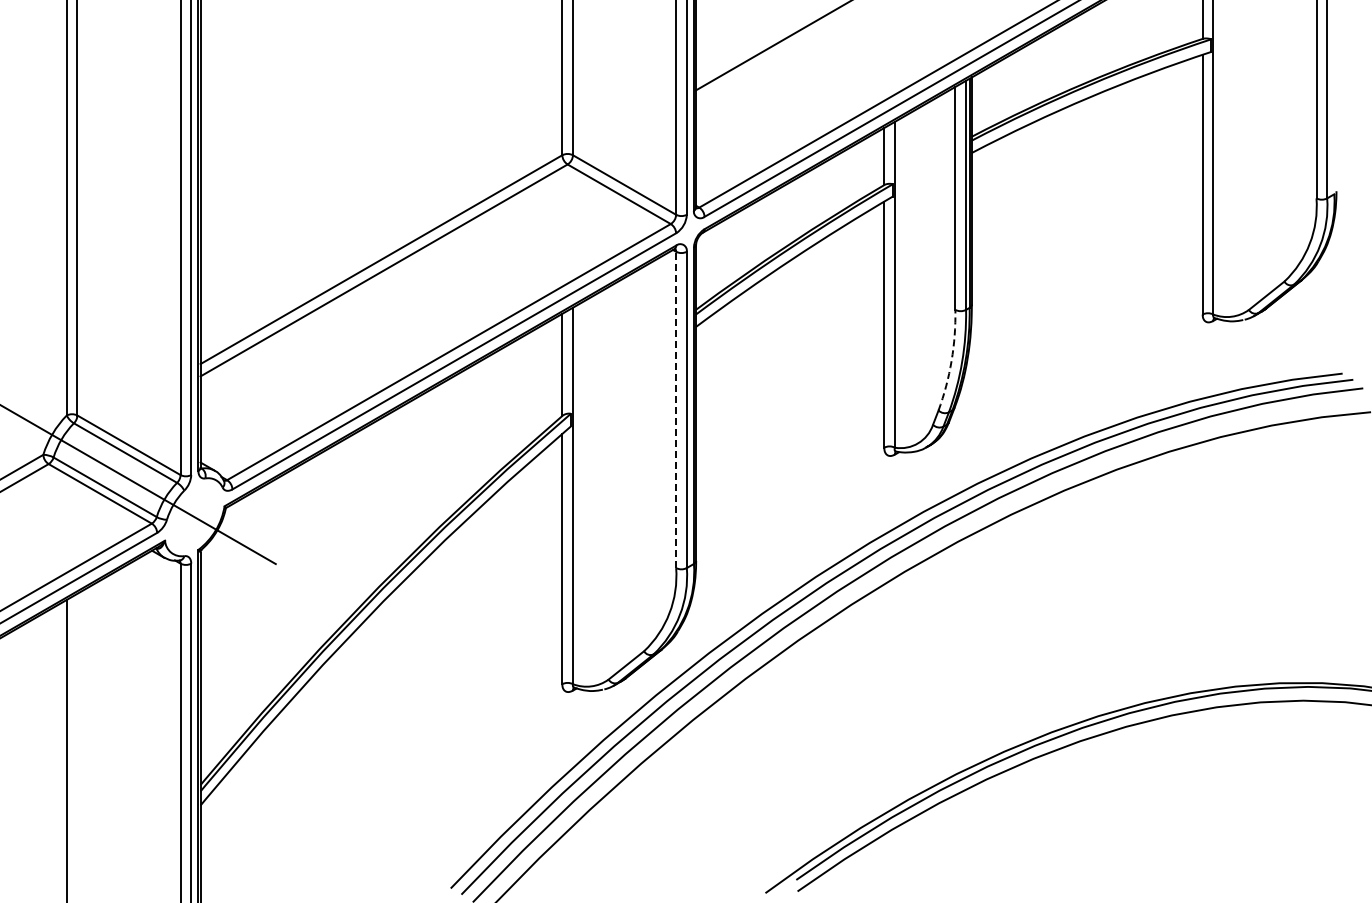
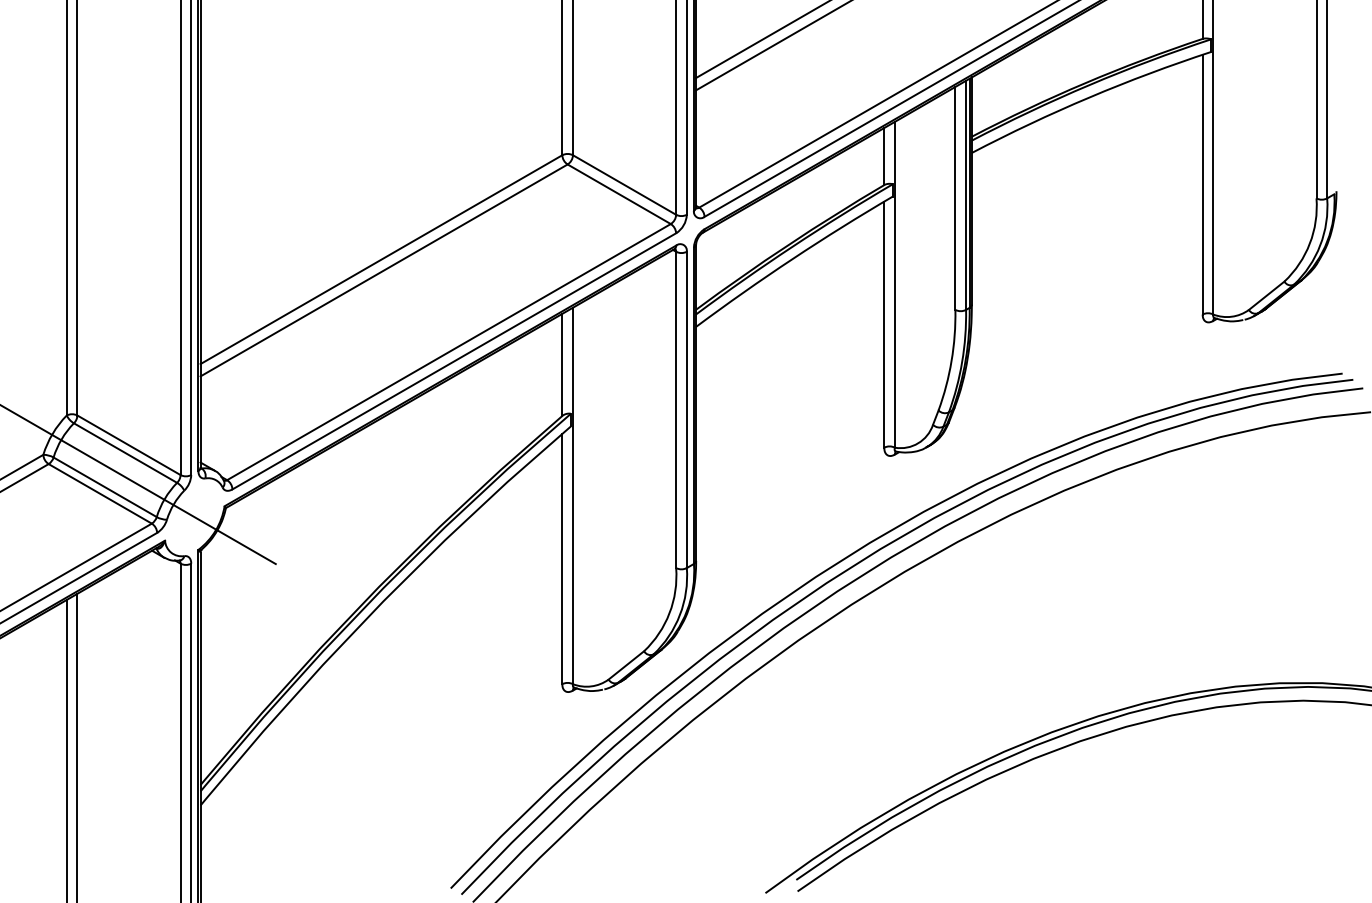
line at (761, 39): none -> present
arc at (951, 360): dashed -> solid
line at (676, 409): dashed -> solid
line at (77, 746): none -> present
